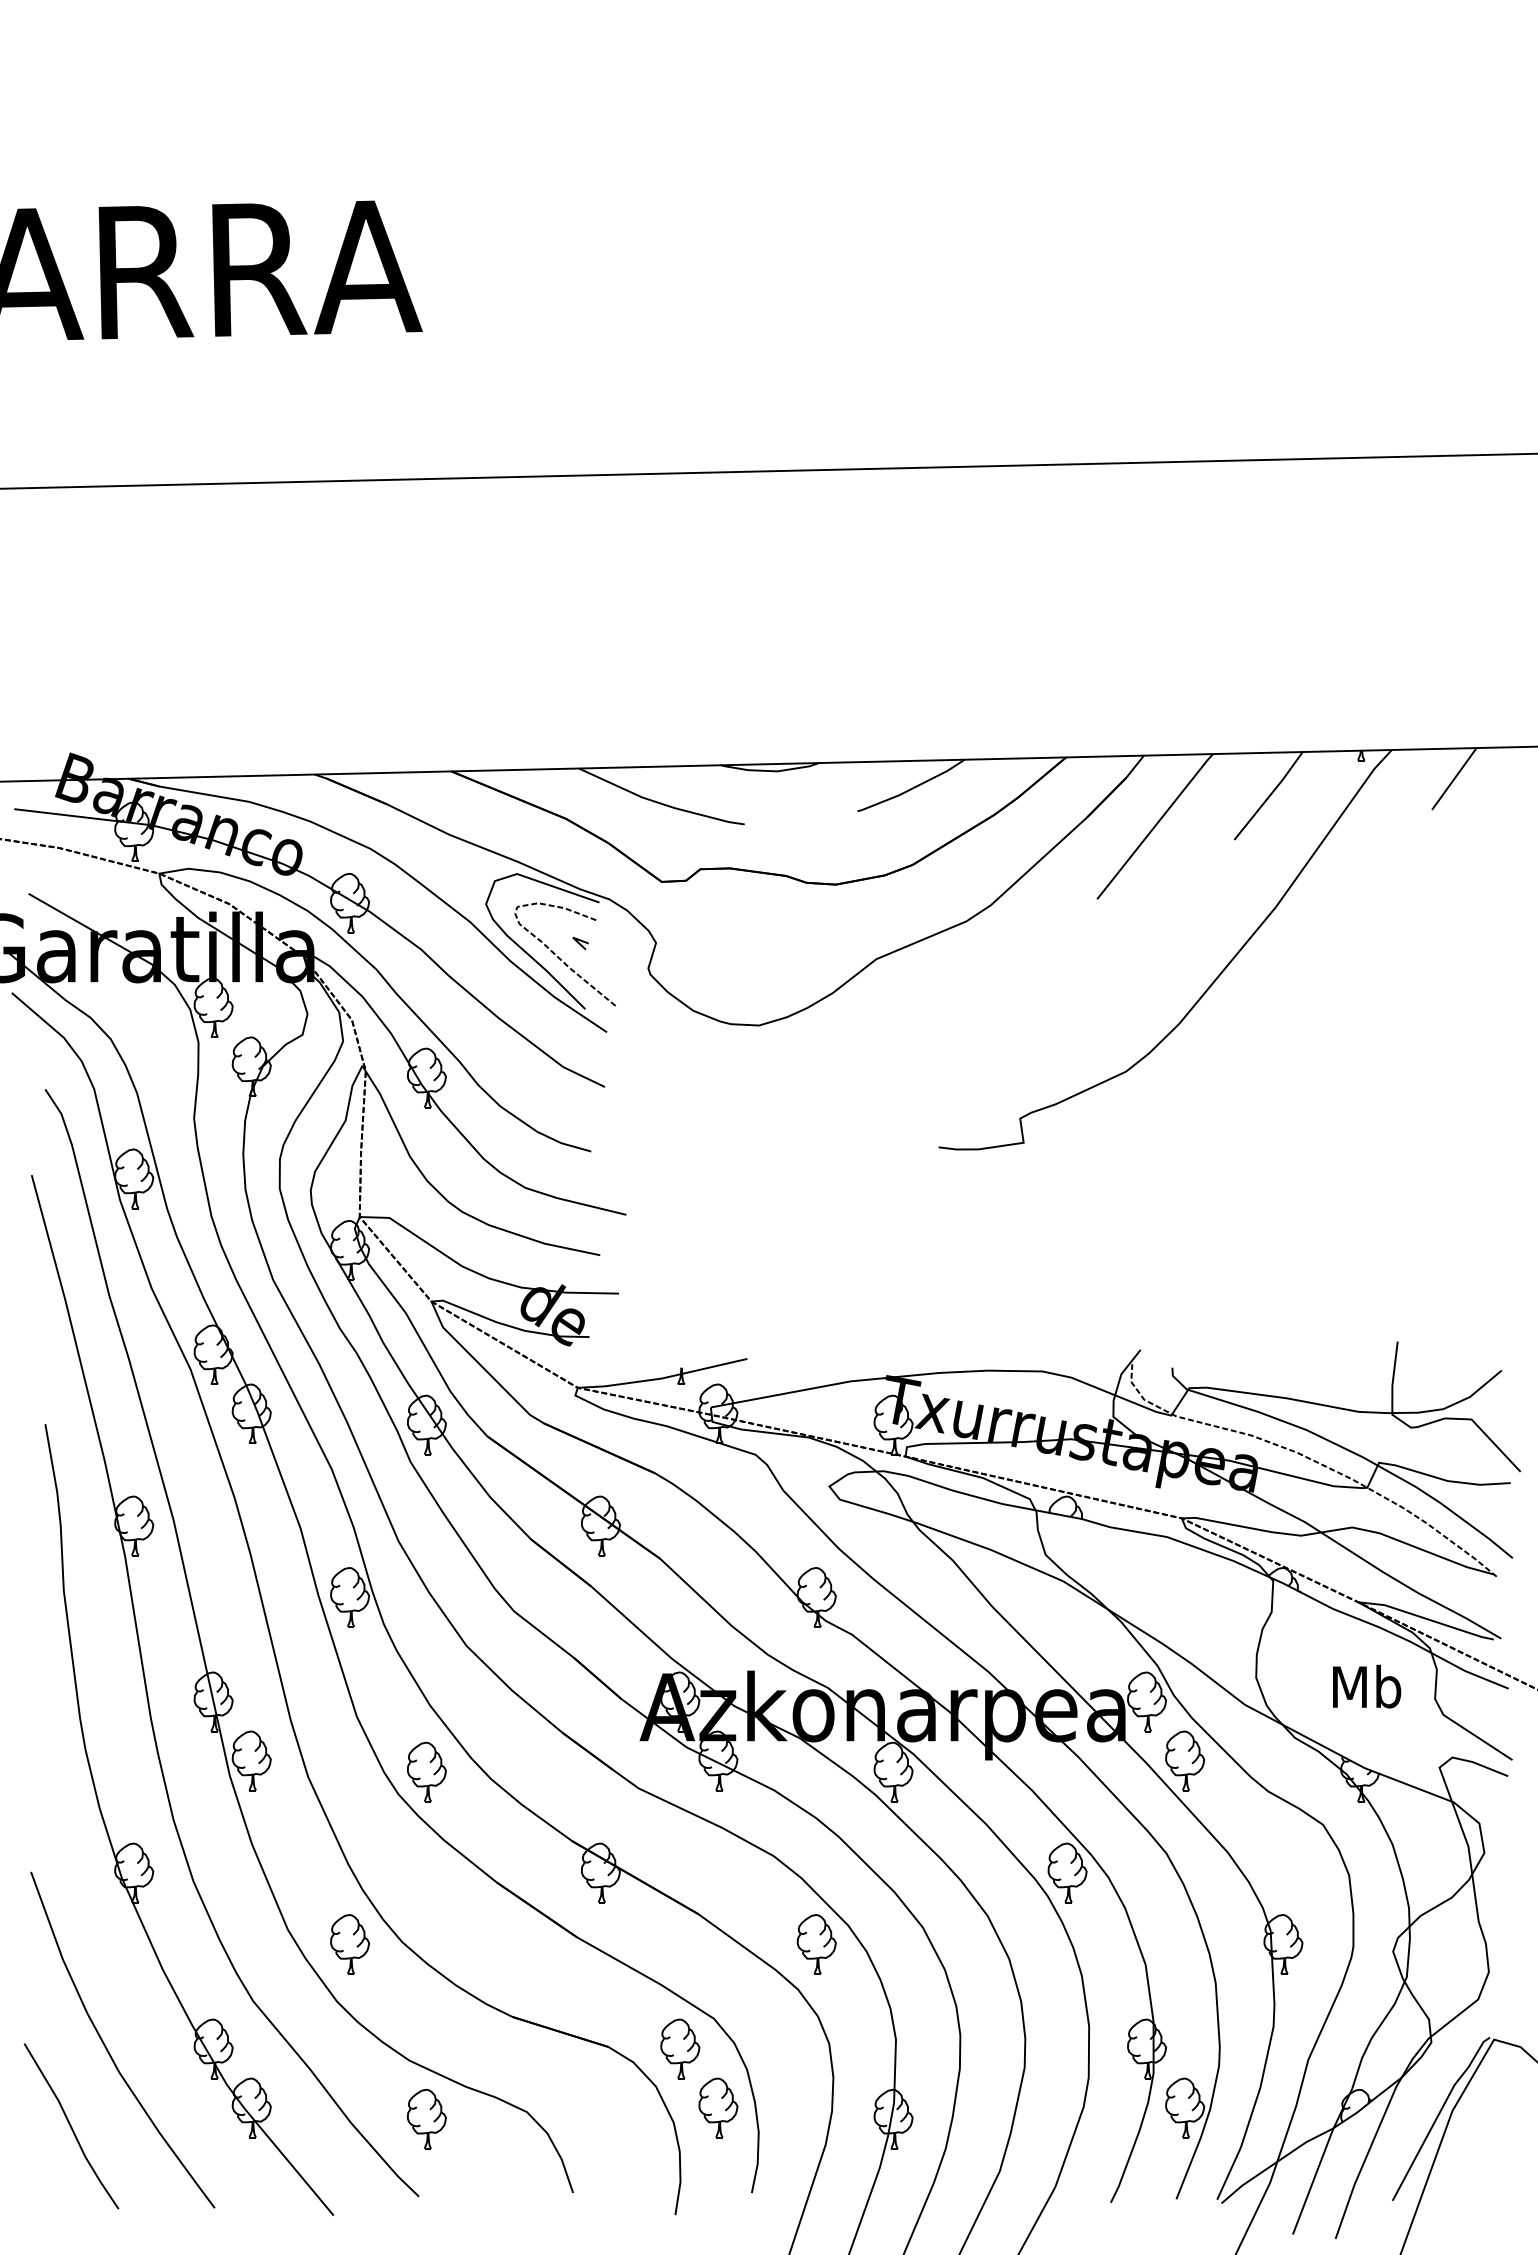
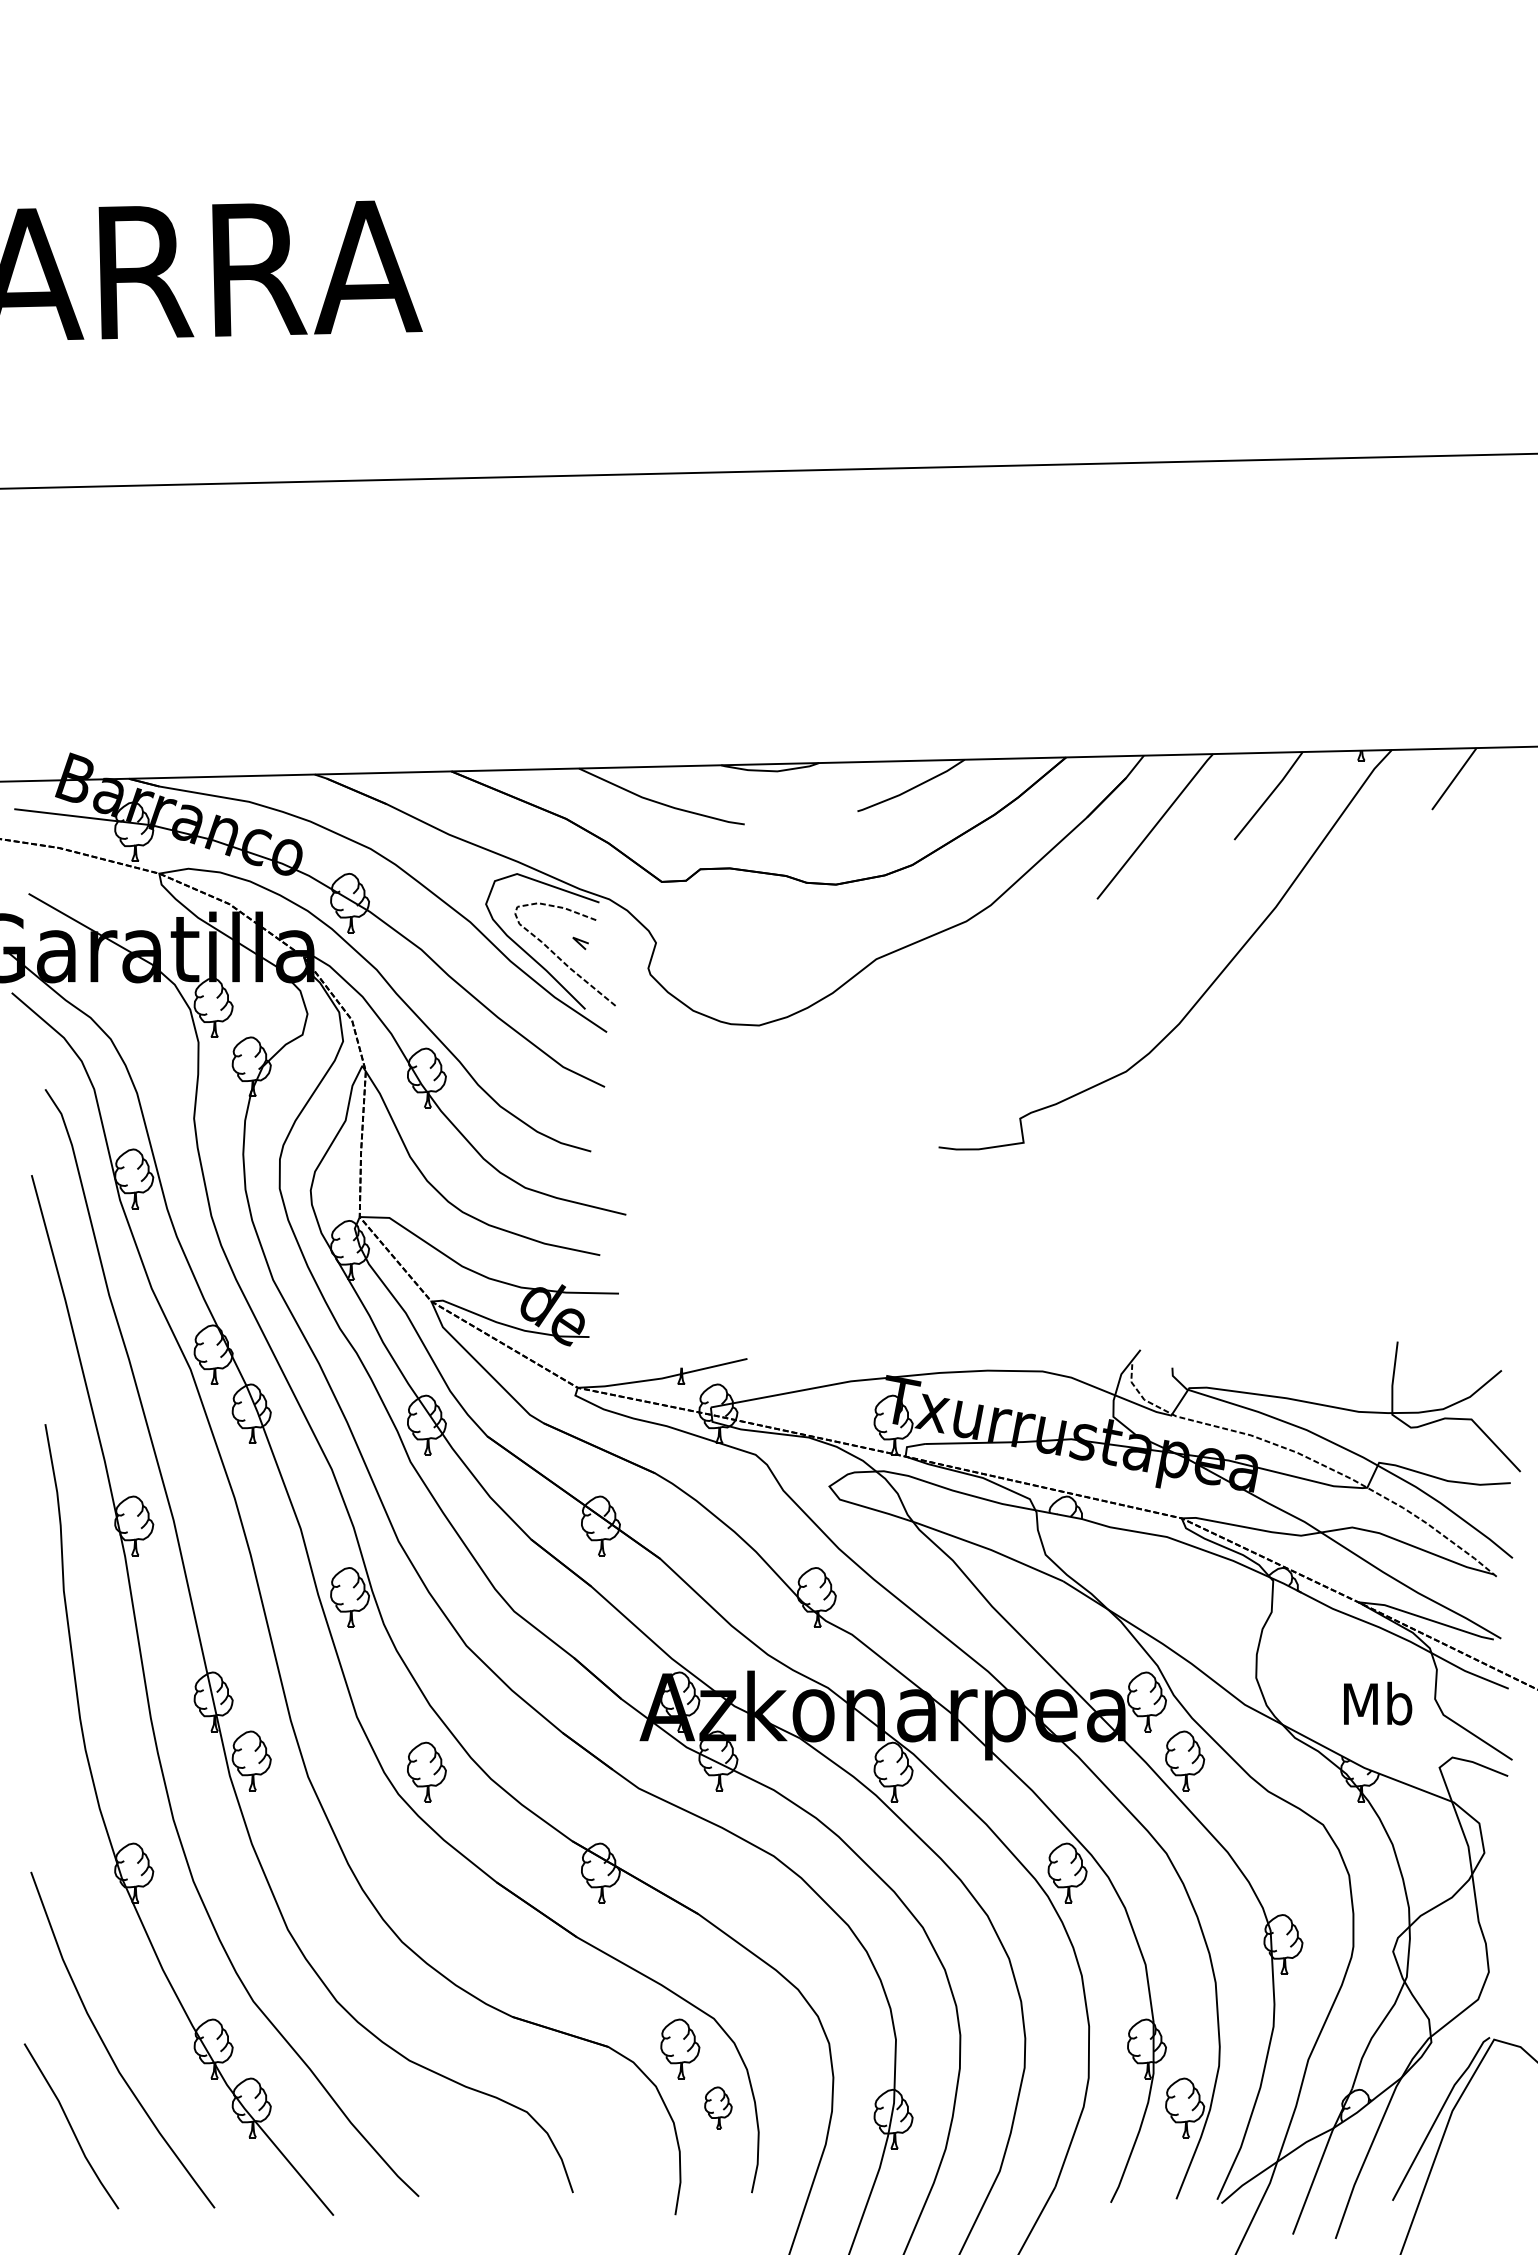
text at (1367, 1686) position: (1367, 1686) -> (1378, 1703)
part at (349, 1944): present -> none
part at (816, 1944): present -> none
part at (718, 2107) size: 41x62 px -> 29x44 px
part at (426, 2119): present -> none
